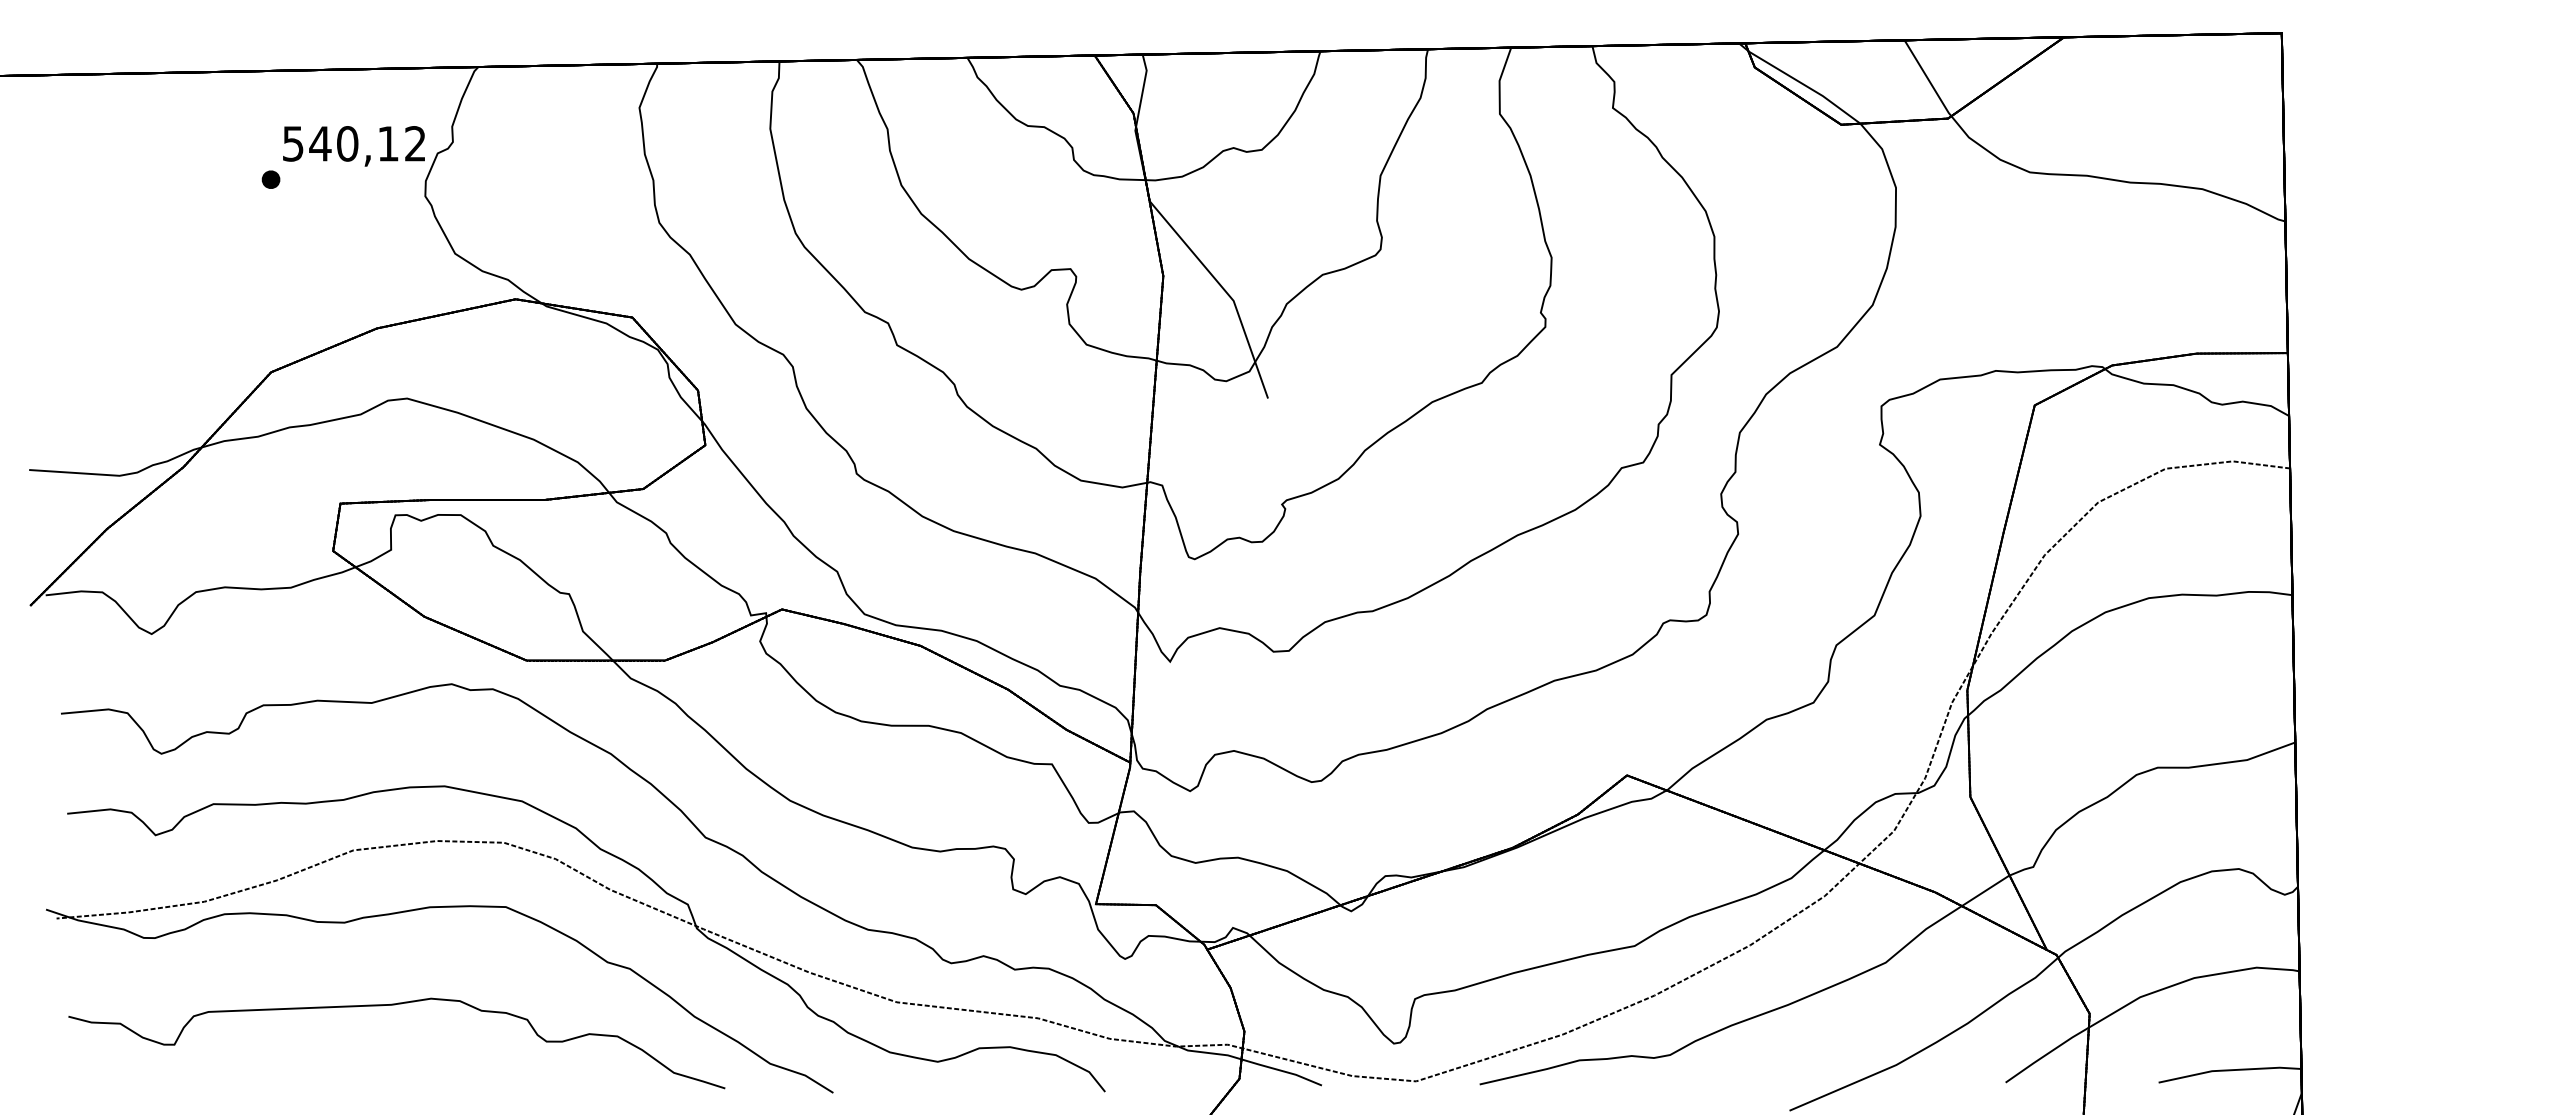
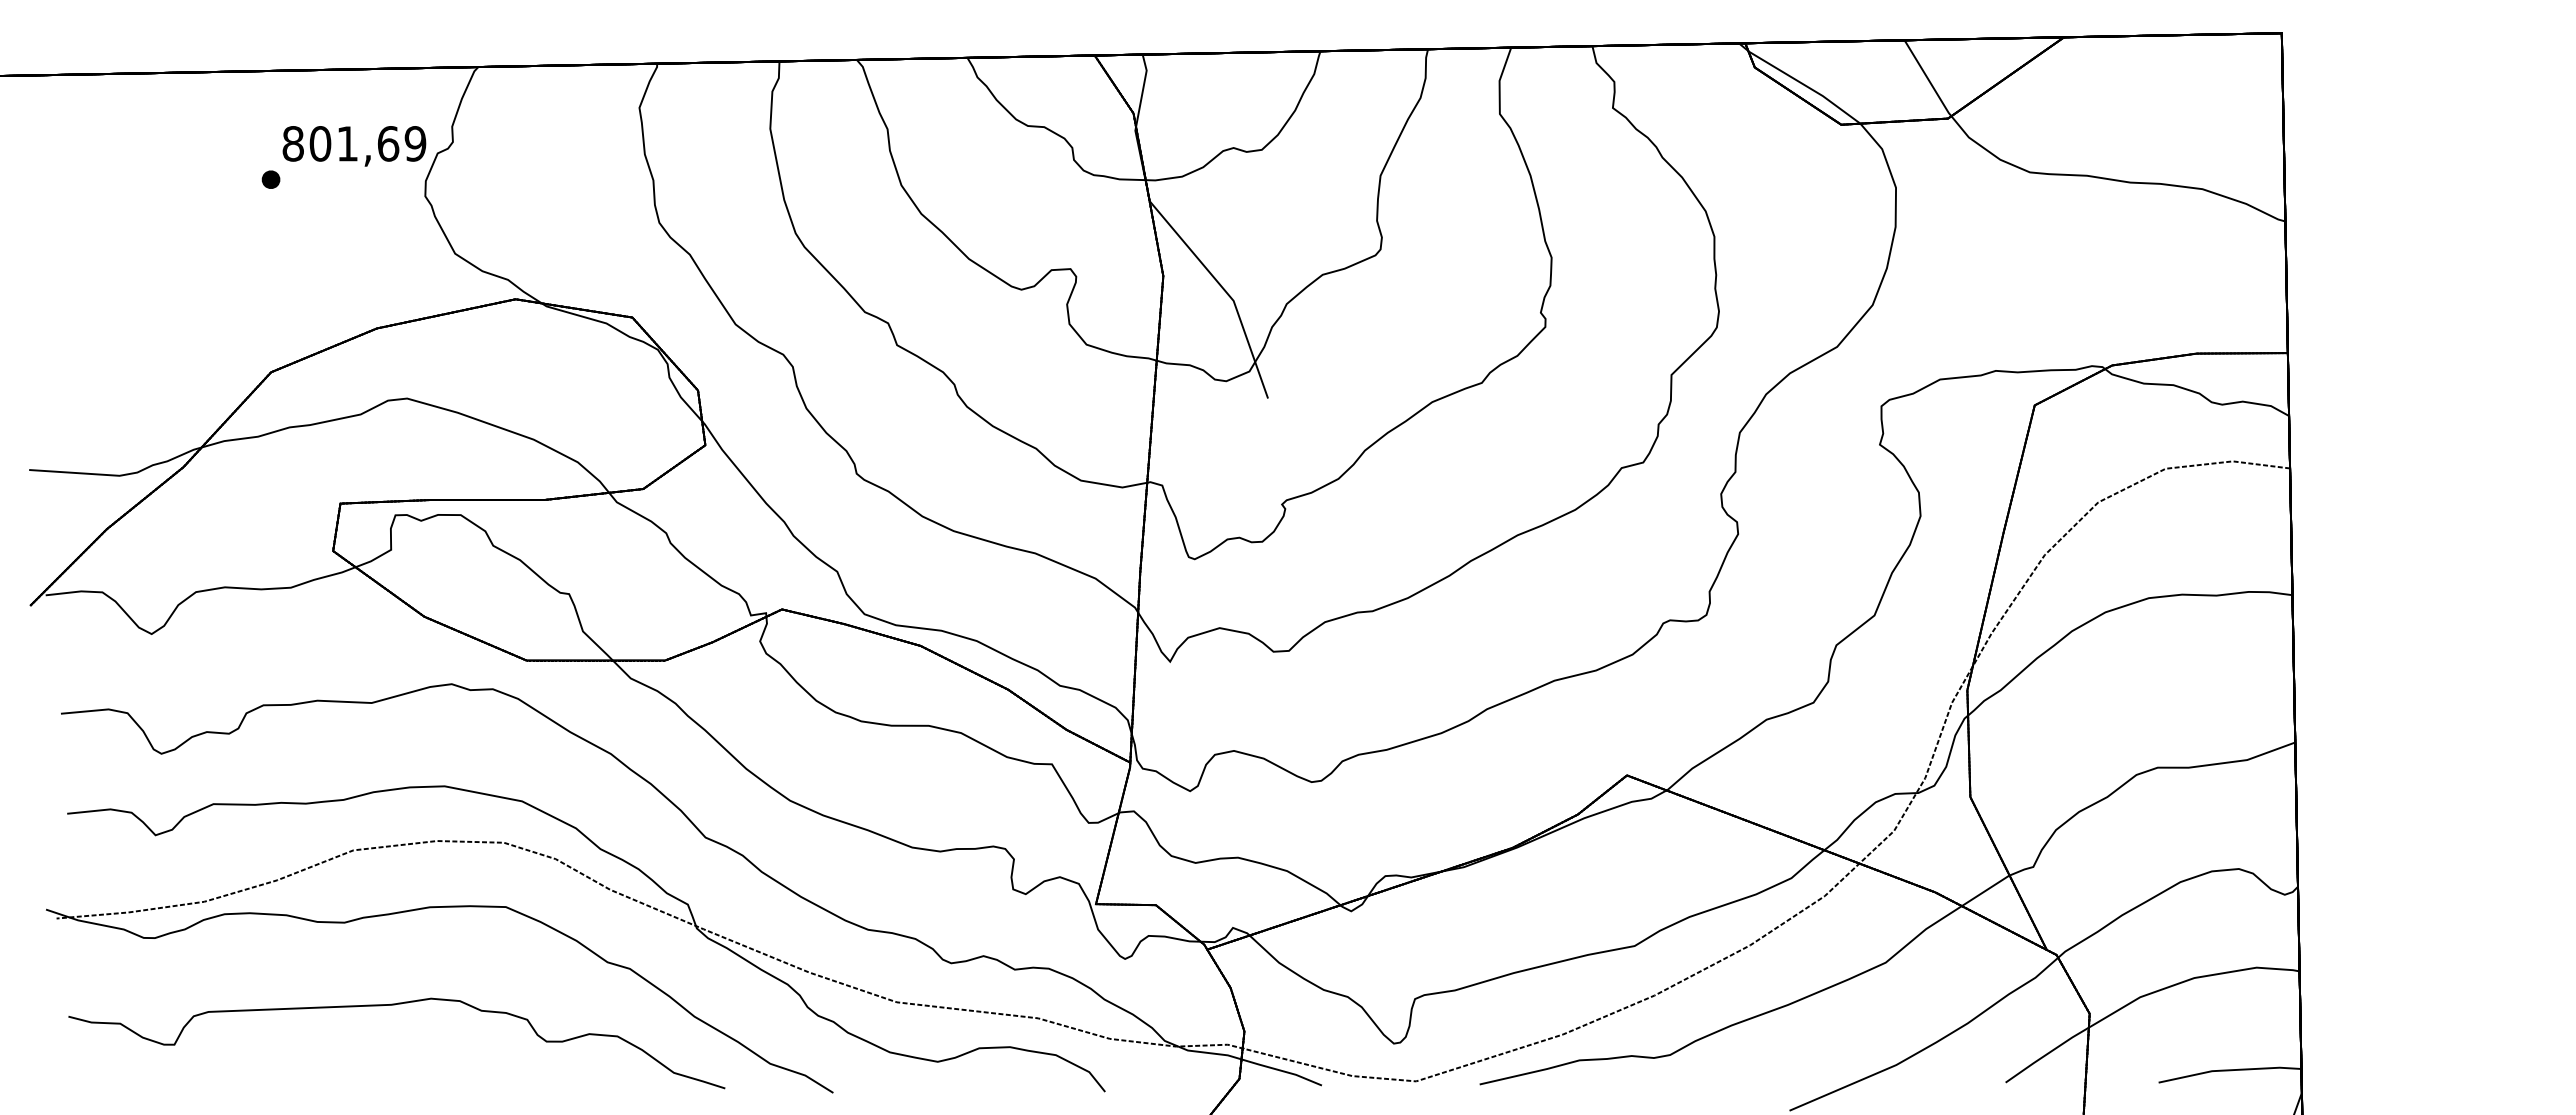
text at (354, 143): 540,12 -> 801,69
